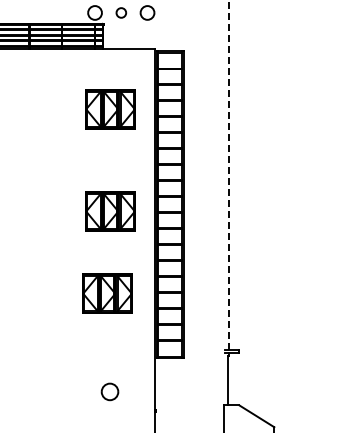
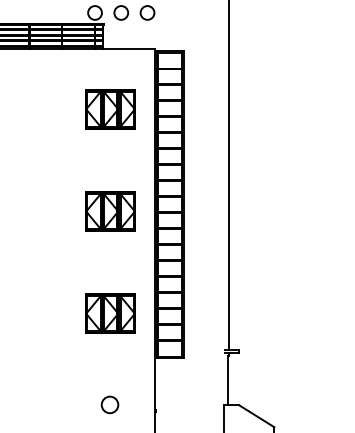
part at (120, 12) size: 12x12 px -> 17x16 px
line at (229, 175): dashed -> solid
part at (107, 293) position: (107, 293) -> (110, 313)
part at (109, 391) position: (109, 391) -> (109, 404)
